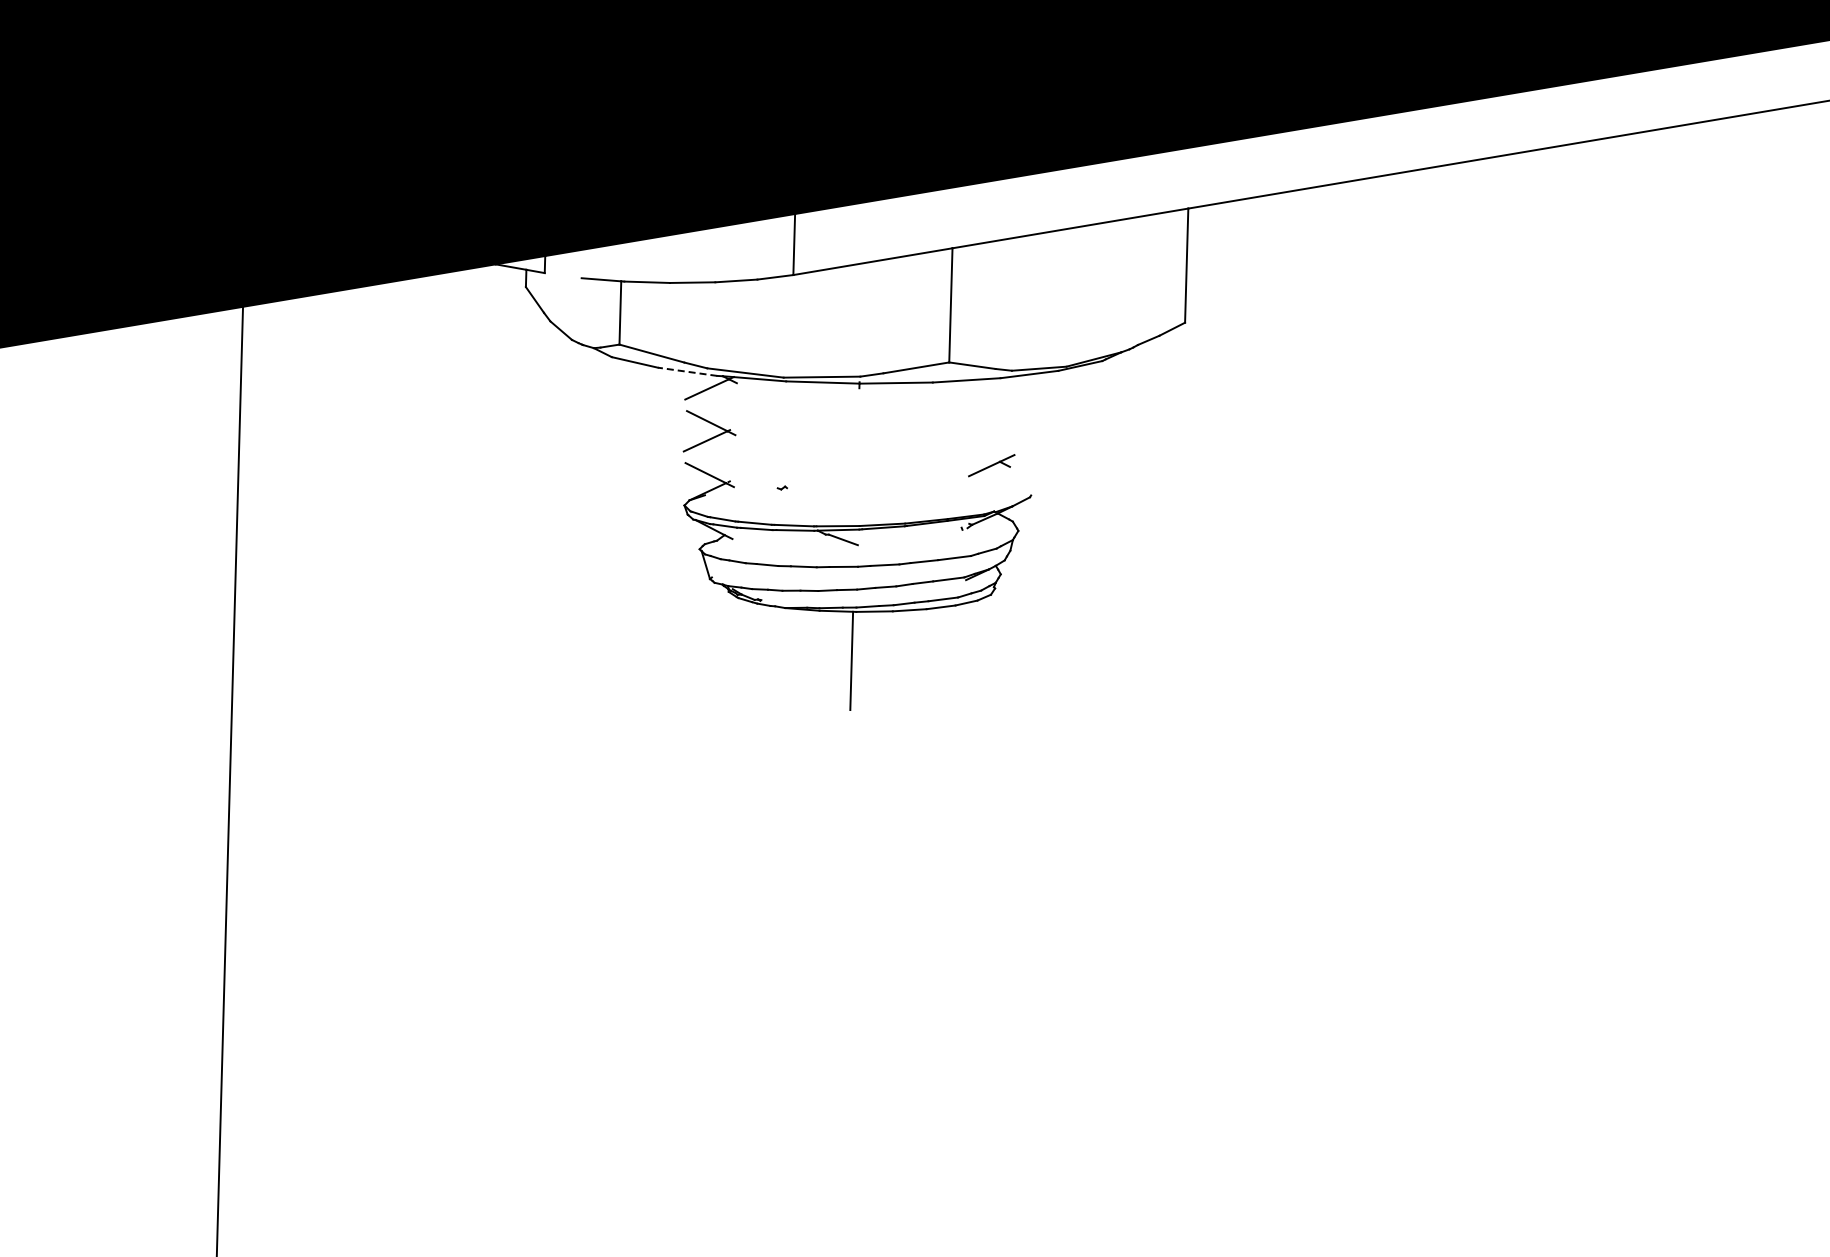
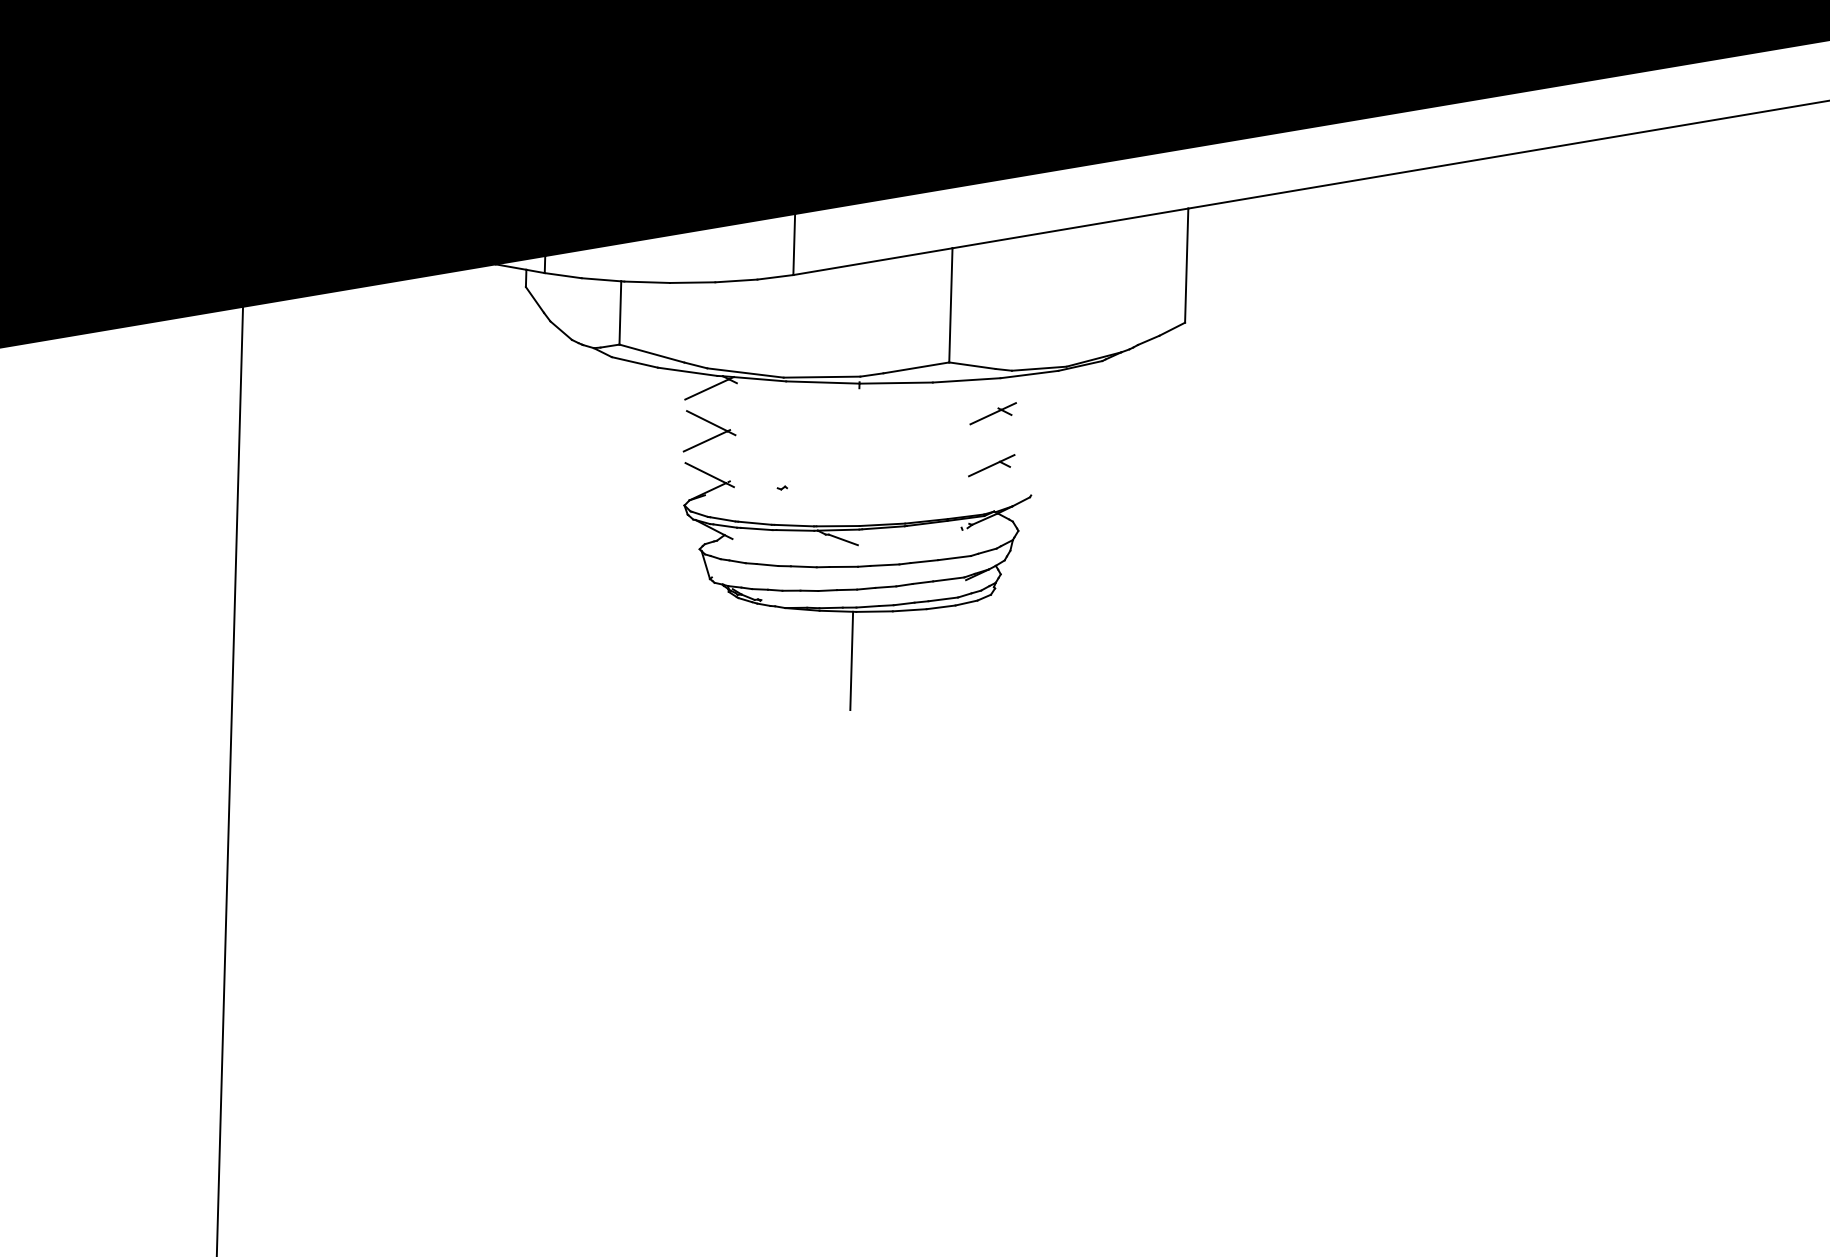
line at (562, 275): none -> present
line at (687, 371): dashed -> solid
part at (992, 413): none -> present
